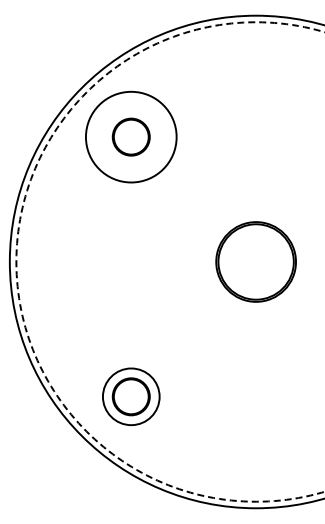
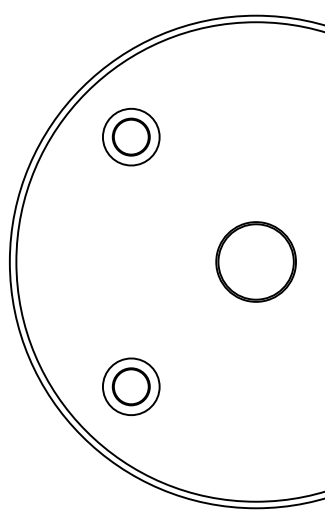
circle at (130, 136) diameter: 91 px -> 57 px
circle at (170, 261): dashed -> solid
part at (131, 396) position: (131, 396) -> (131, 386)
